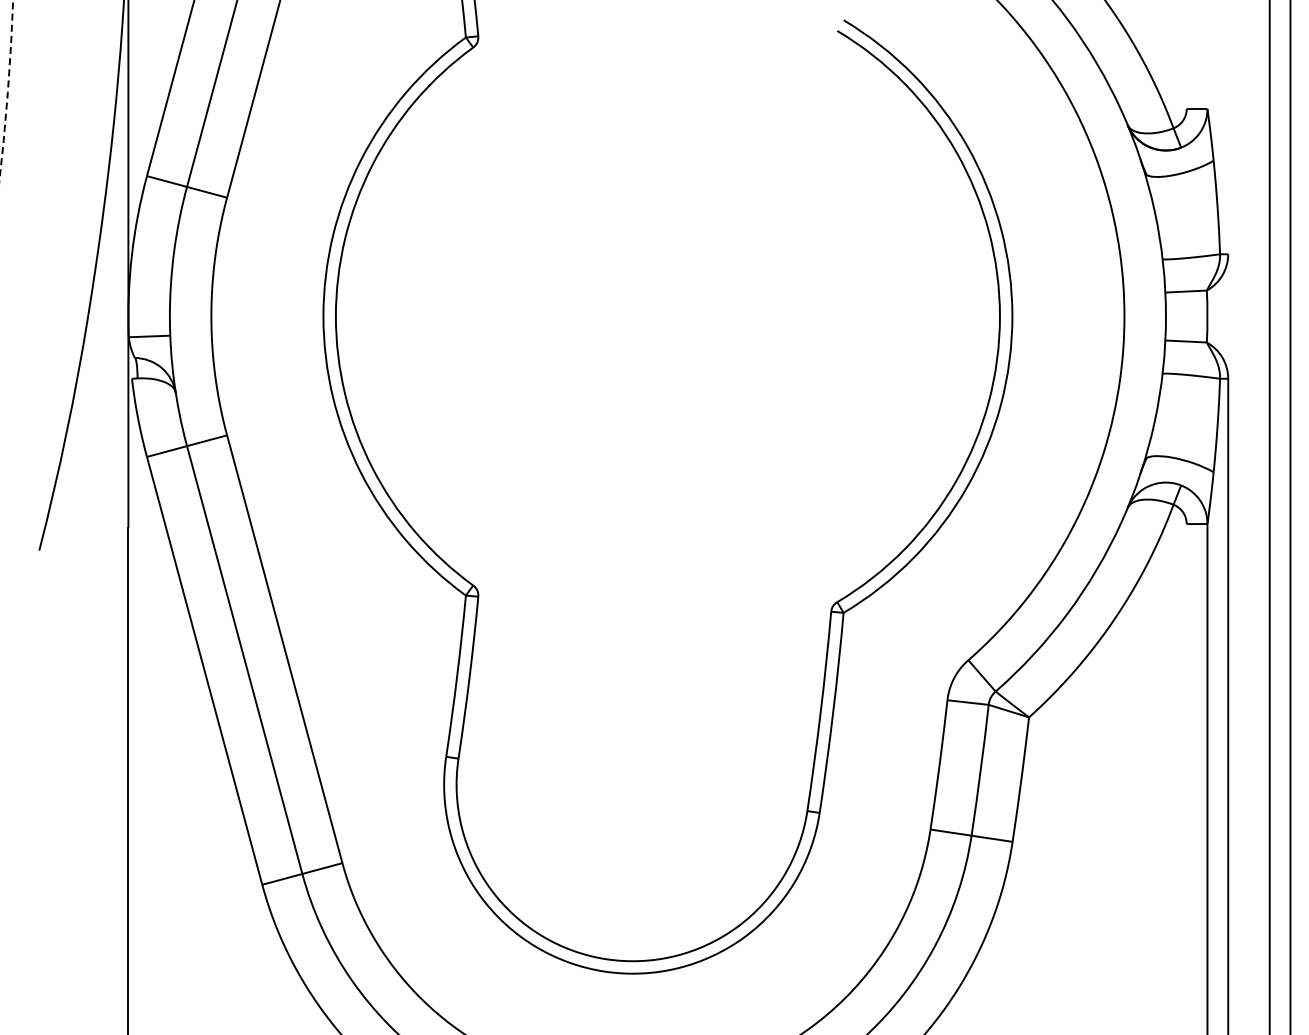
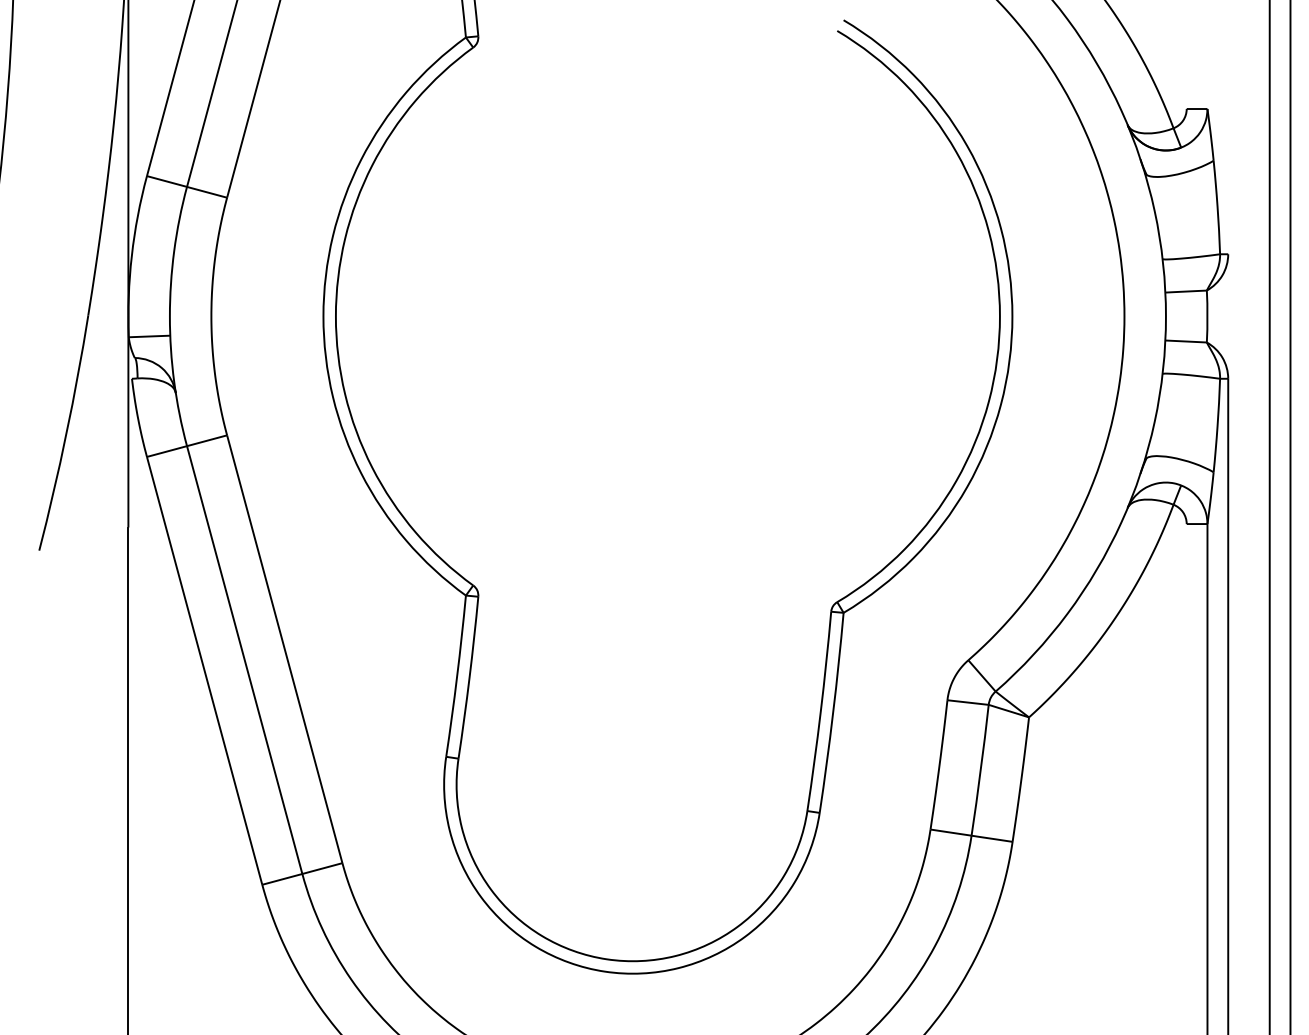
arc at (8, 88): dashed -> solid
